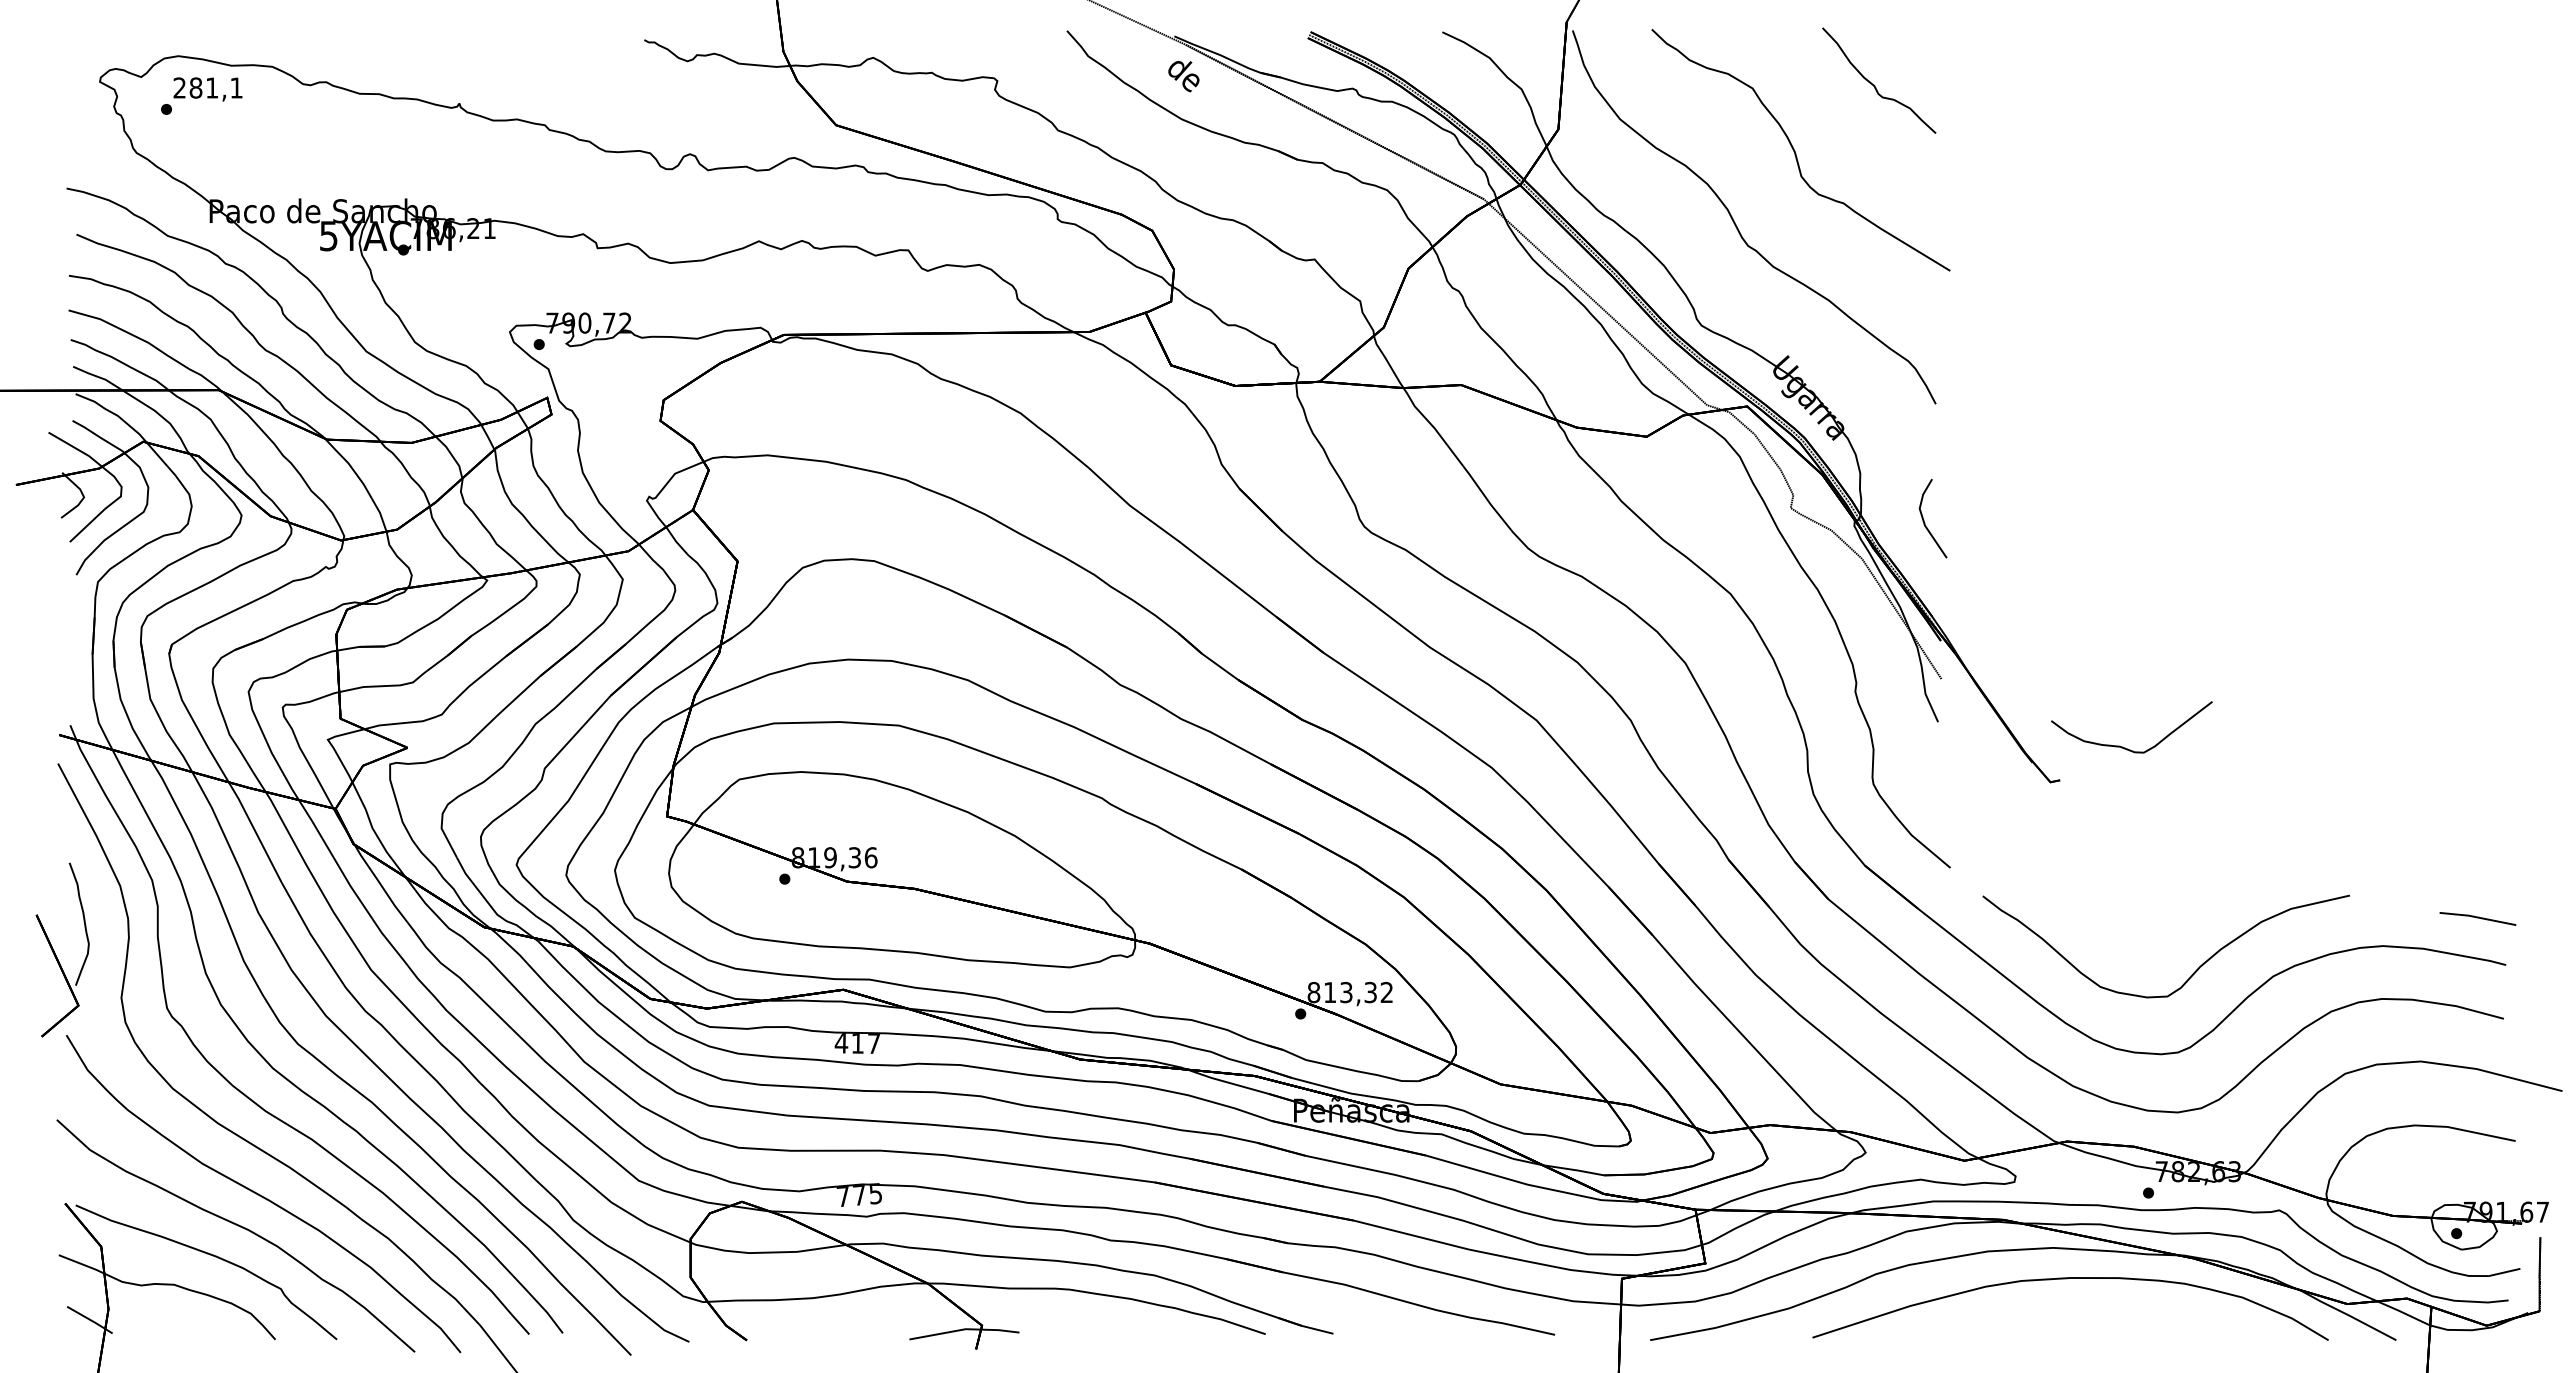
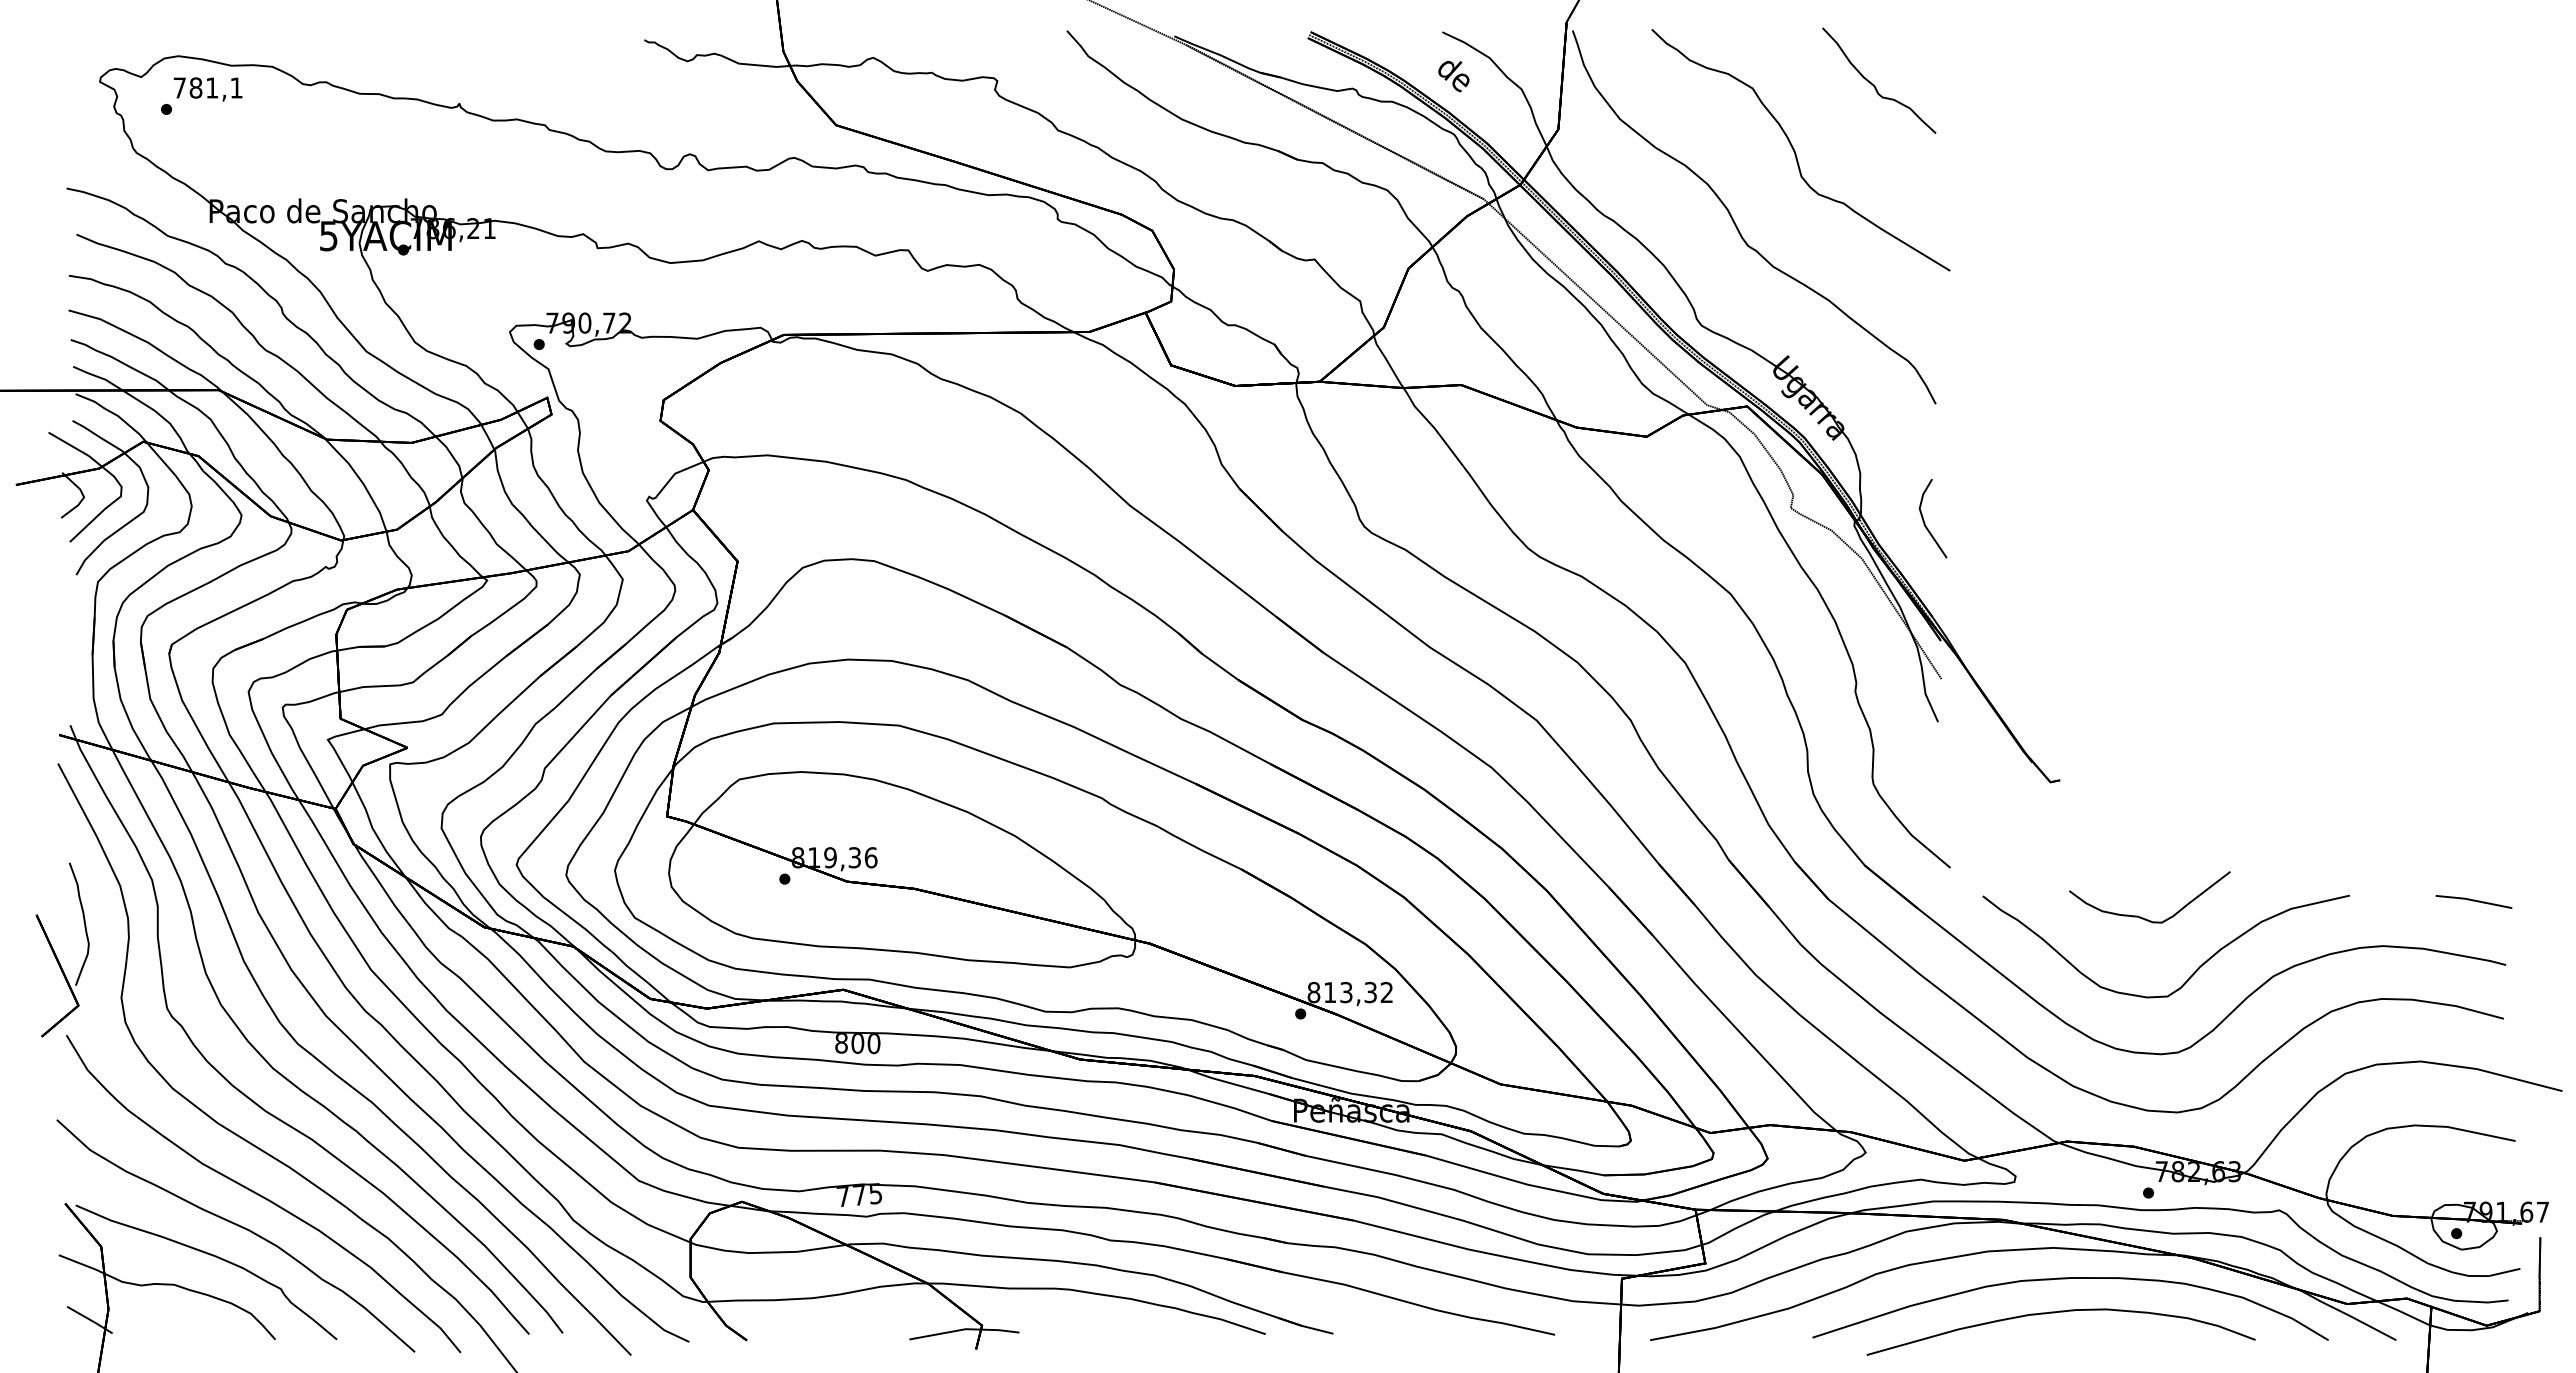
text at (1183, 76) position: (1183, 76) -> (1453, 76)
text at (179, 87): 281,1 -> 781,1
curve at (2125, 747) position: (2125, 747) -> (2143, 917)
line at (2477, 918) position: (2477, 918) -> (2473, 901)
text at (857, 1043): 417 -> 800
curve at (2055, 1313): none -> present
